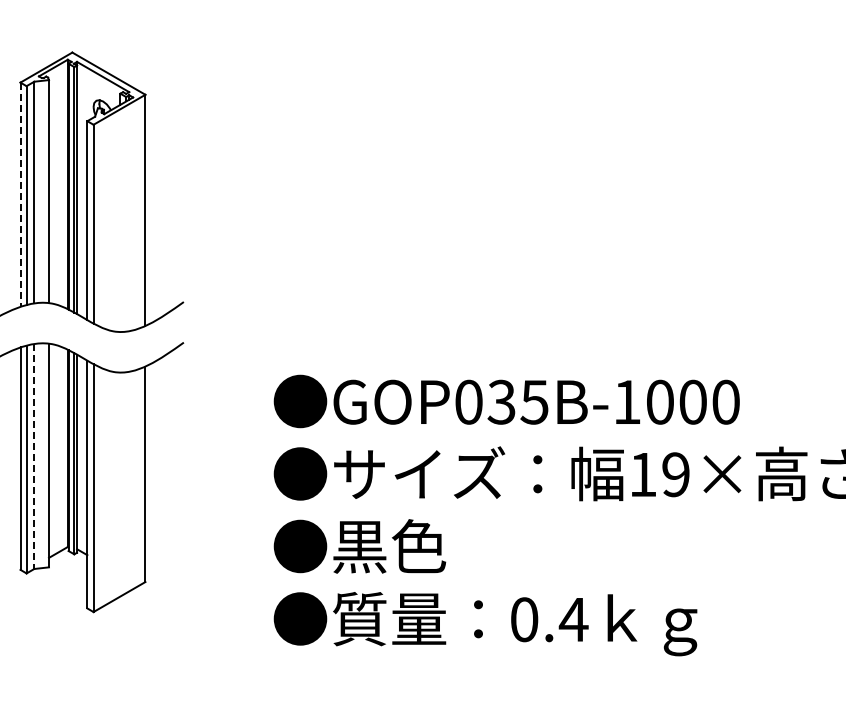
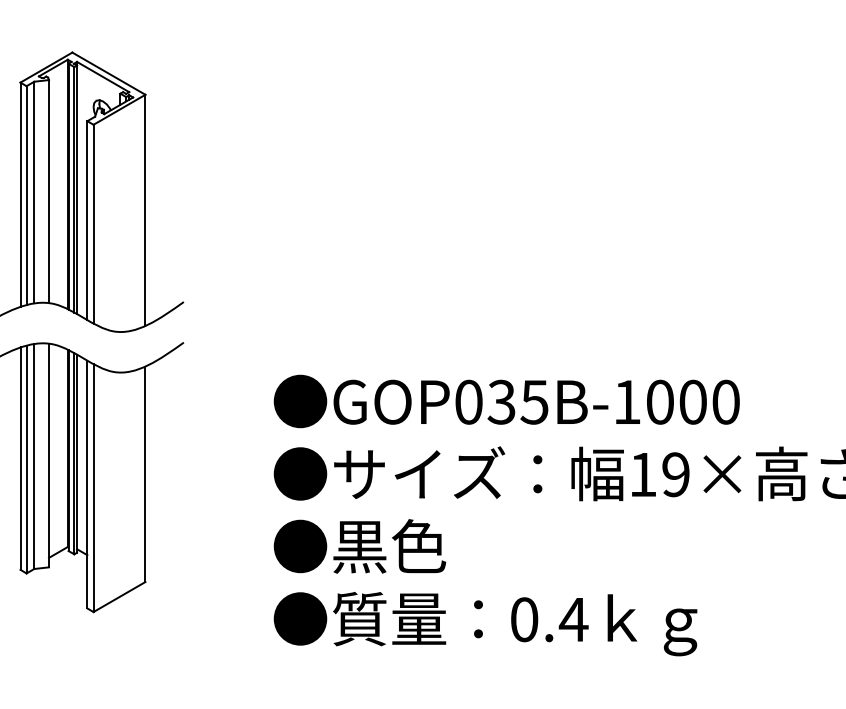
line at (20, 195): dashed -> solid
line at (34, 457): dashed -> solid
